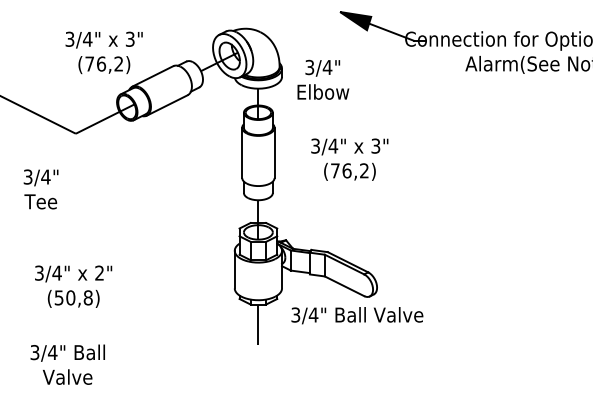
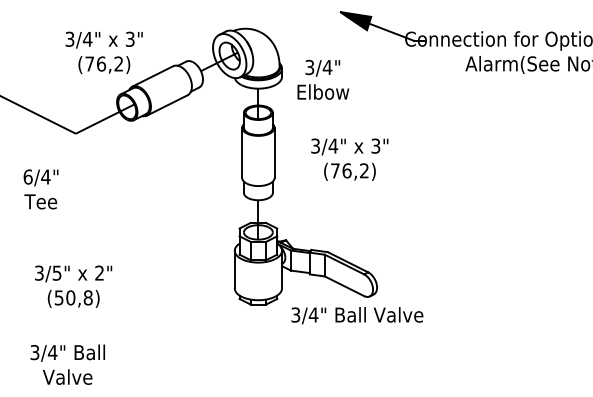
text at (27, 176): 3/4" -> 6/4"
text at (56, 272): 3/4" -> 3/5"
line at (258, 324): present -> none
